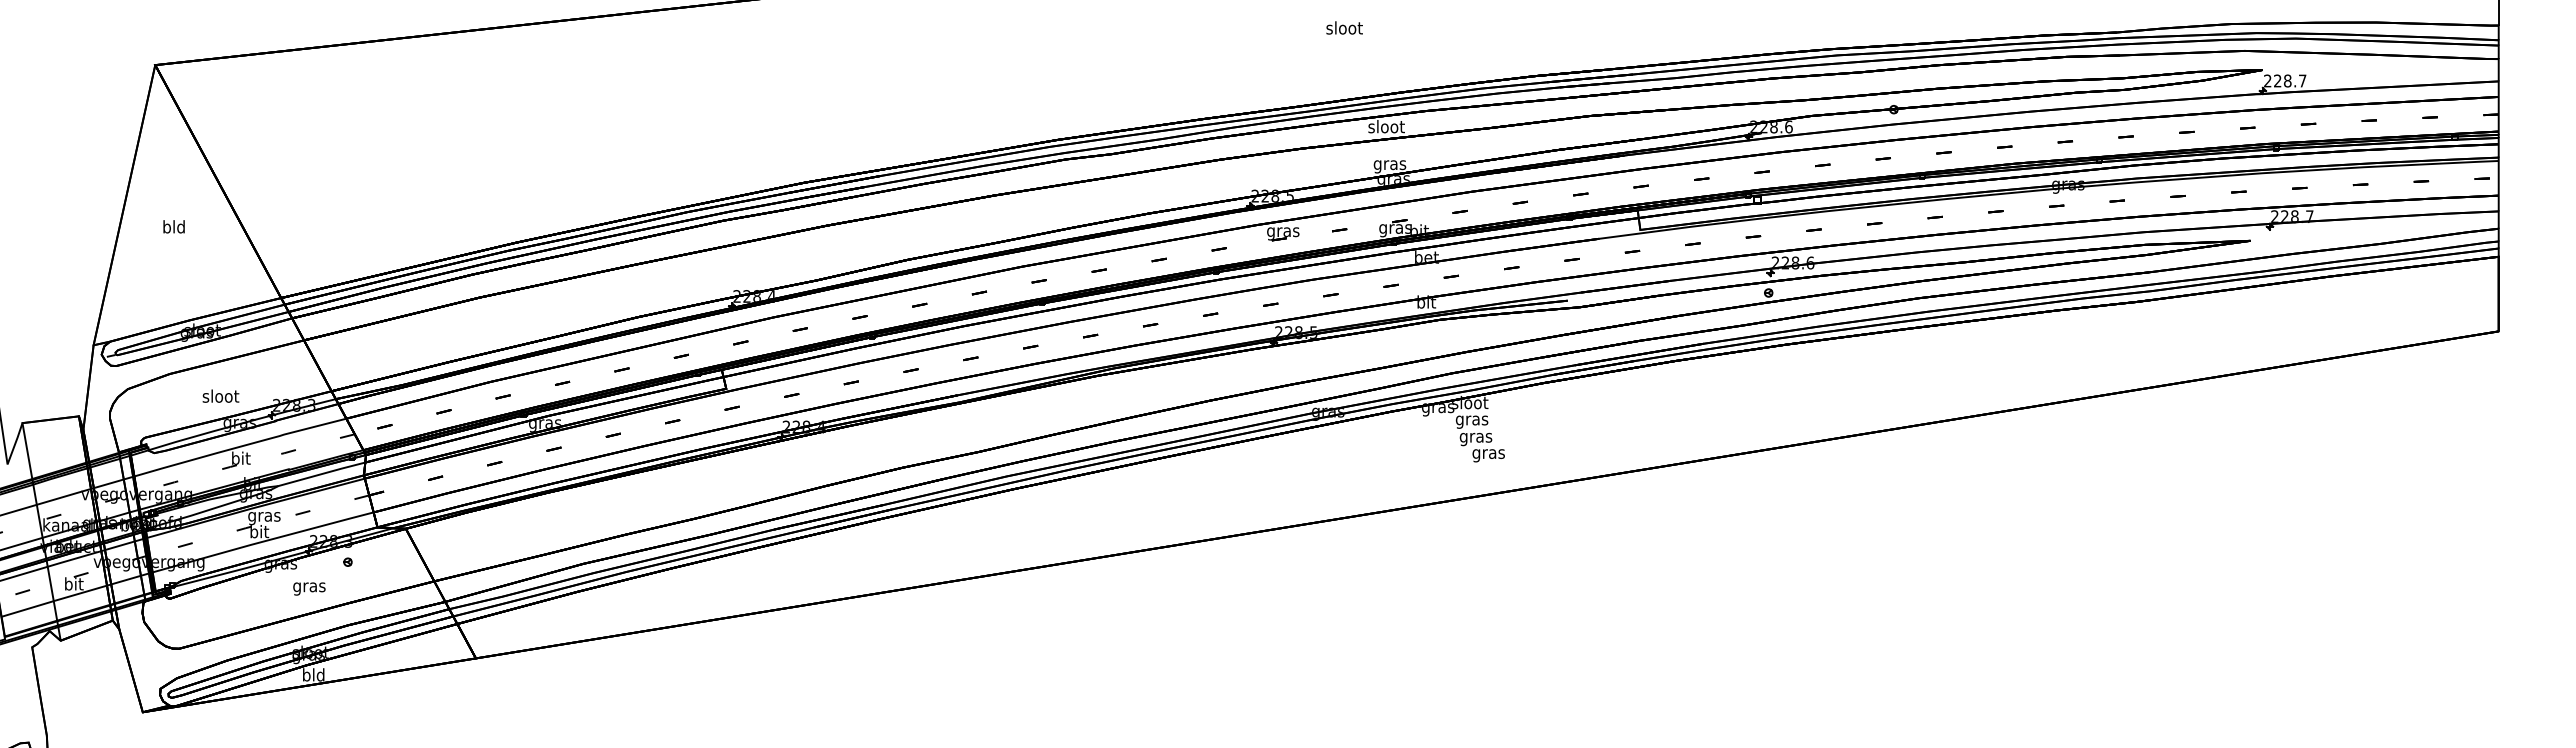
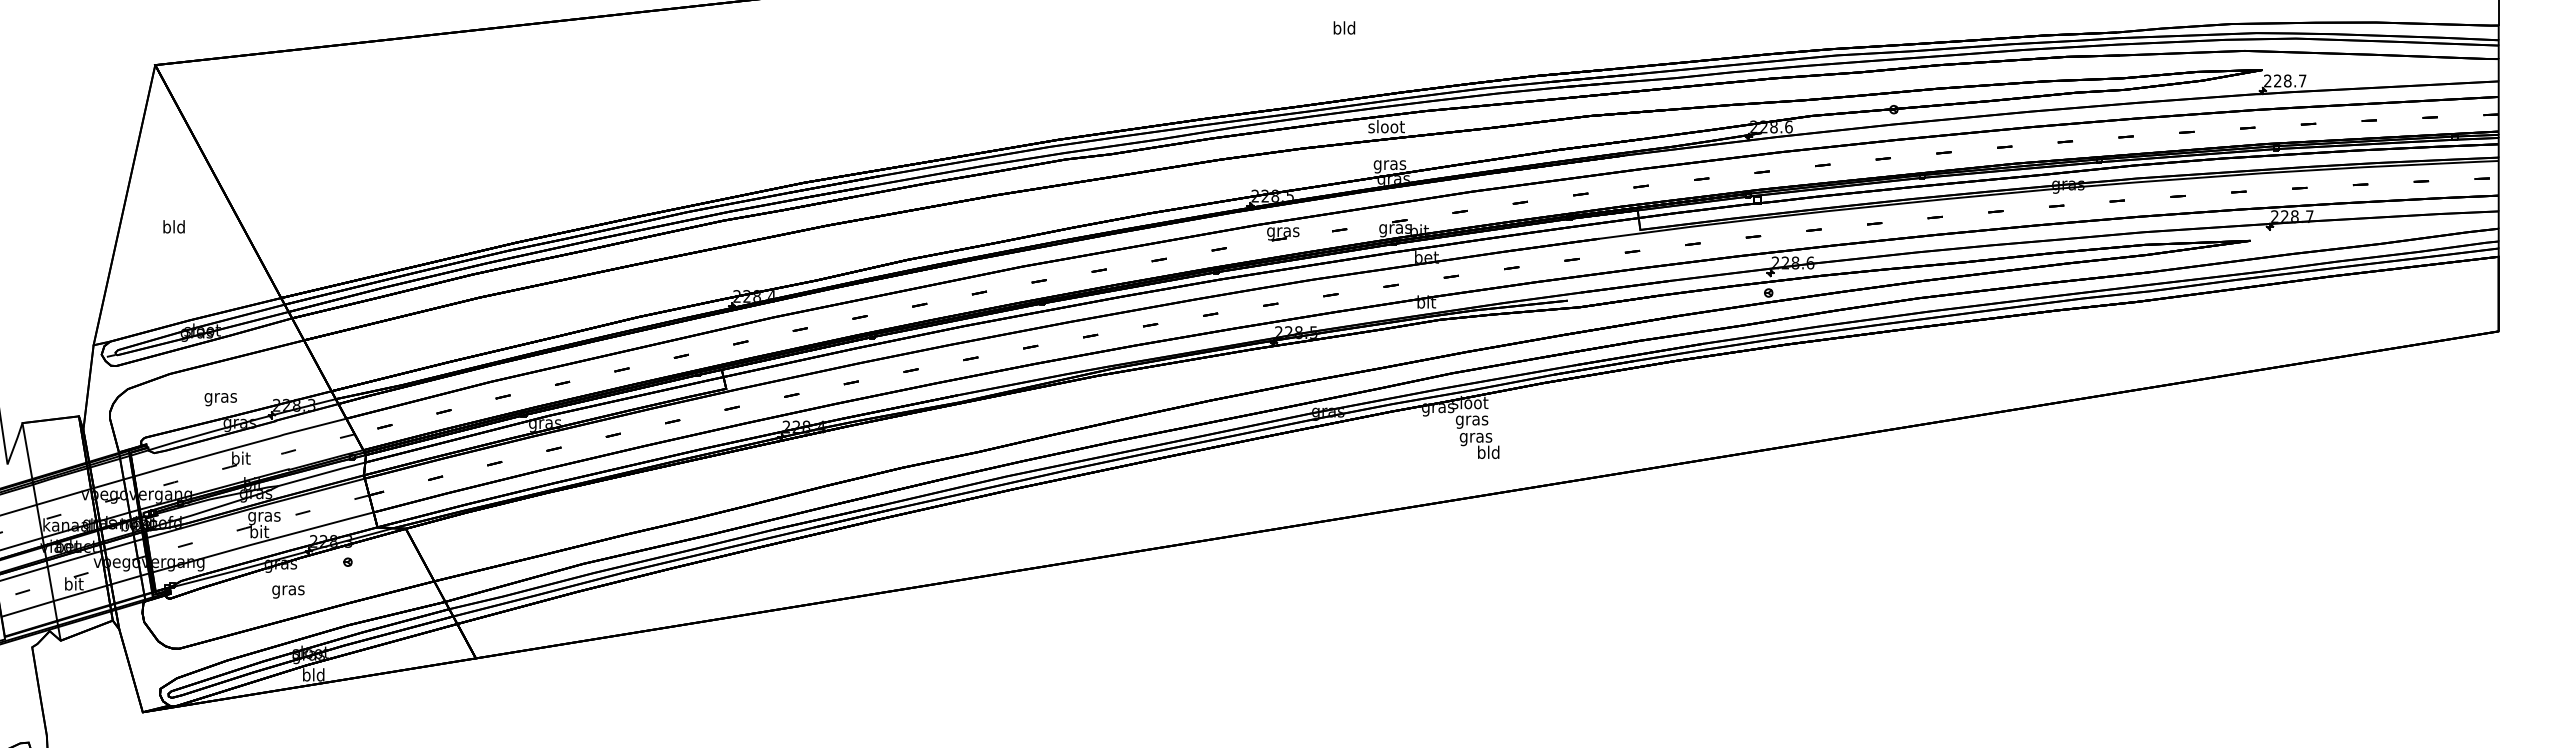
text at (1344, 27): sloot -> bld
text at (220, 397): sloot -> gras
text at (1488, 453): gras -> bld
text at (309, 588) position: (309, 588) -> (288, 591)
